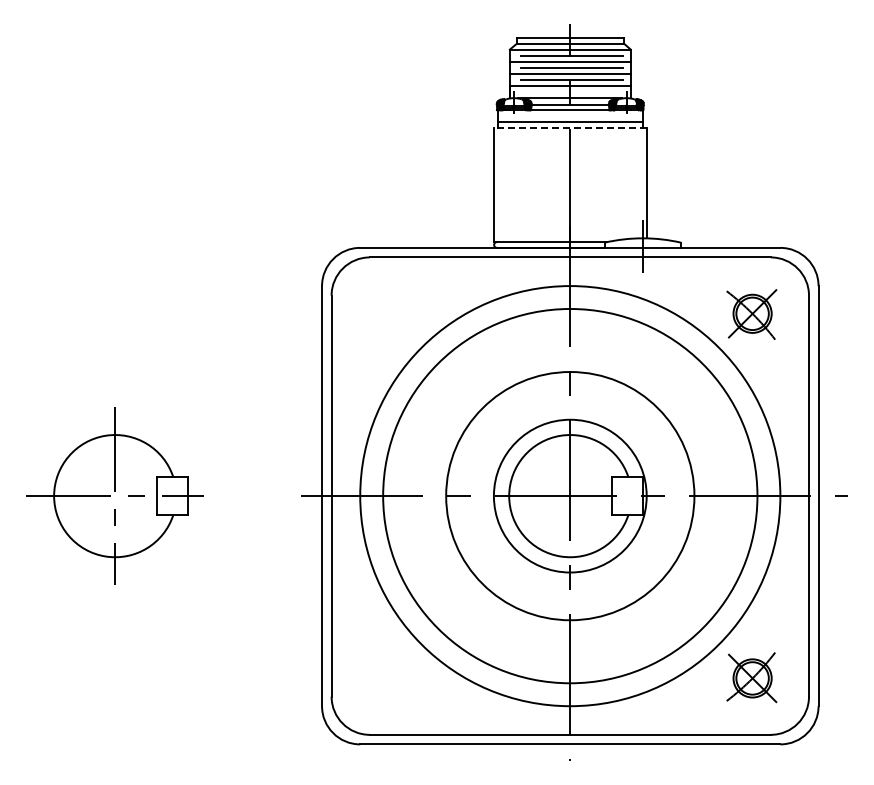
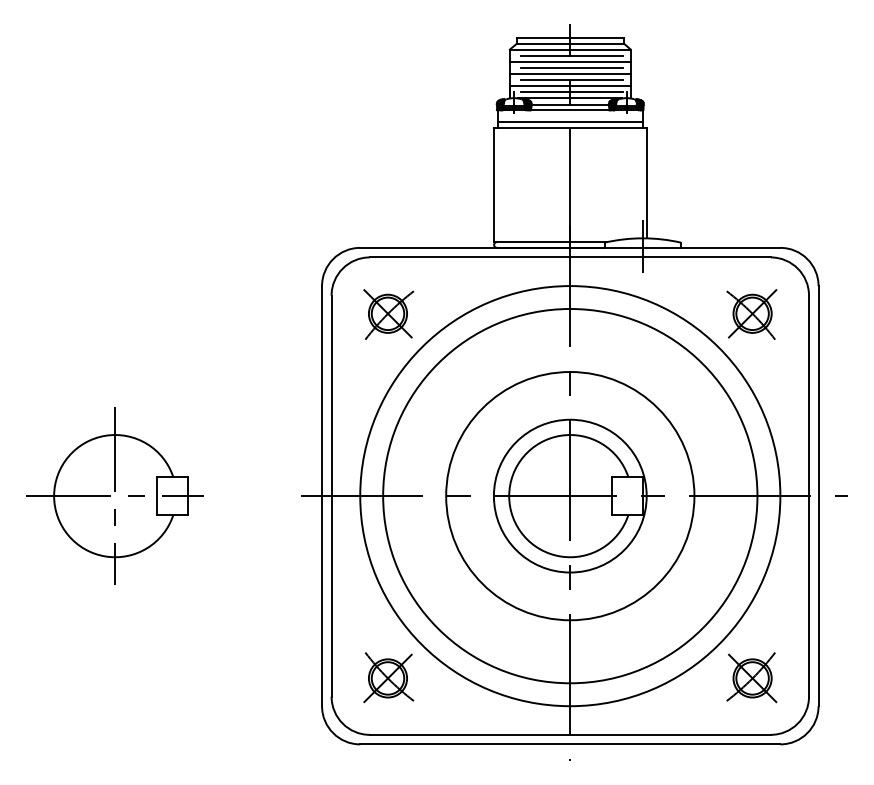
line at (571, 92): none -> present
line at (570, 127): dashed -> solid
part at (388, 314): none -> present
part at (388, 677): none -> present
